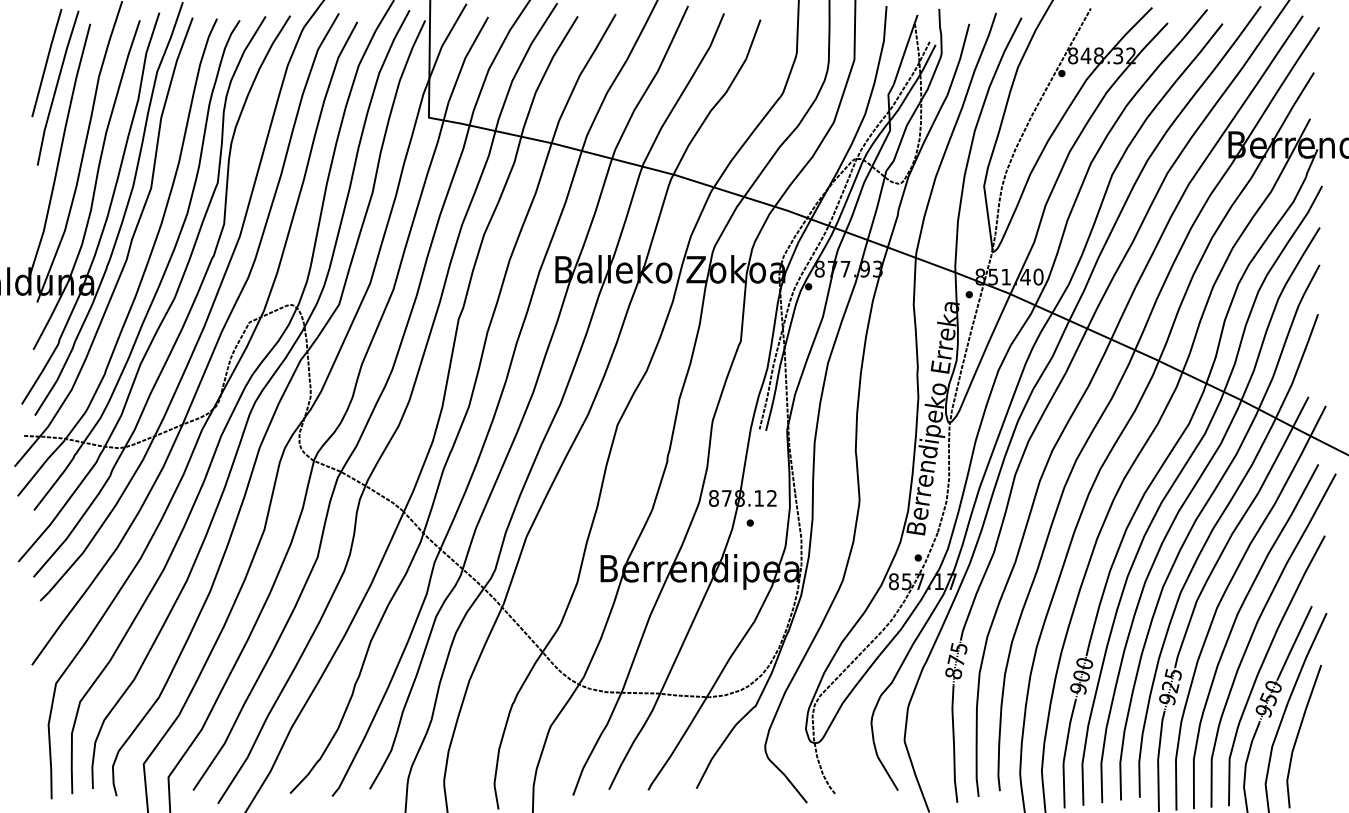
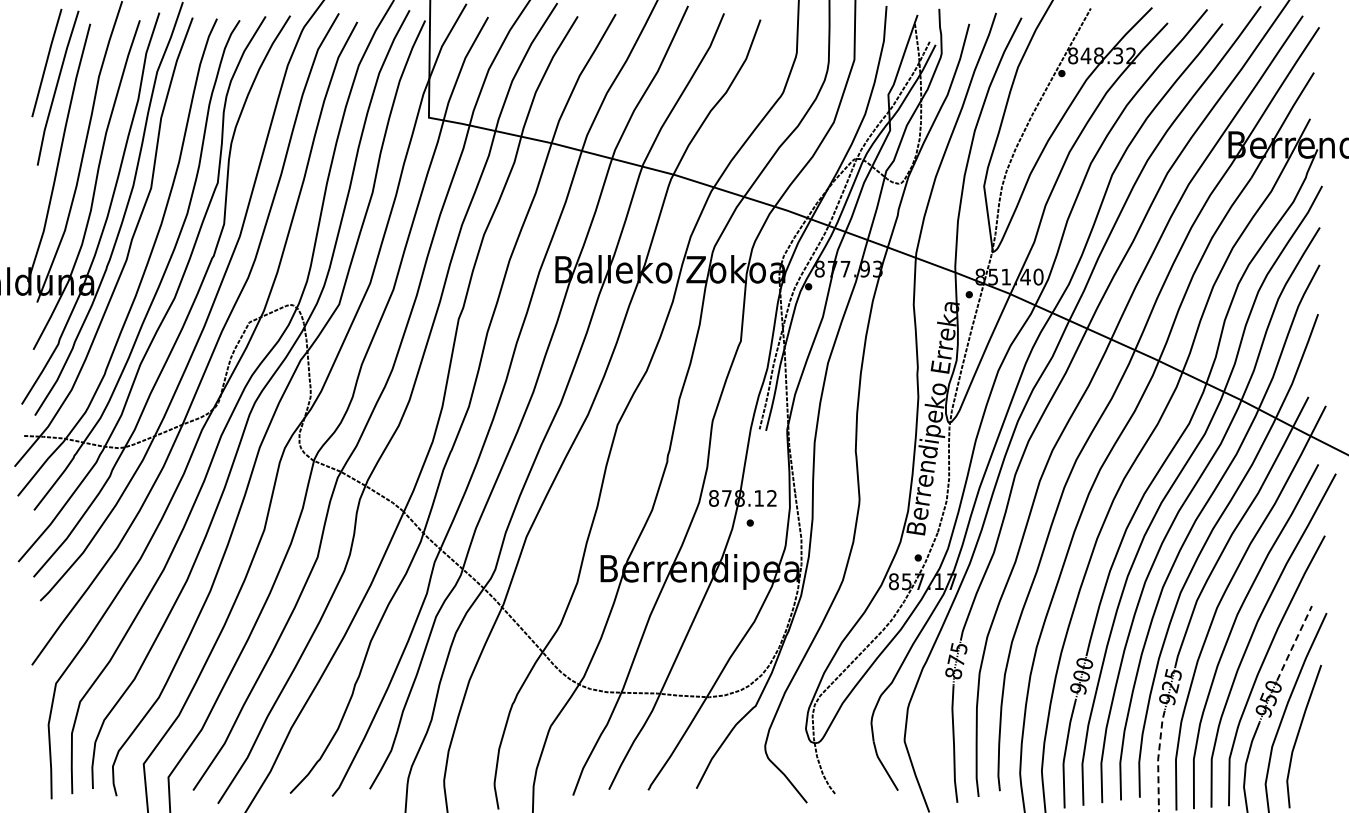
line at (1294, 643): solid -> dashed
line at (1158, 759): solid -> dashed
